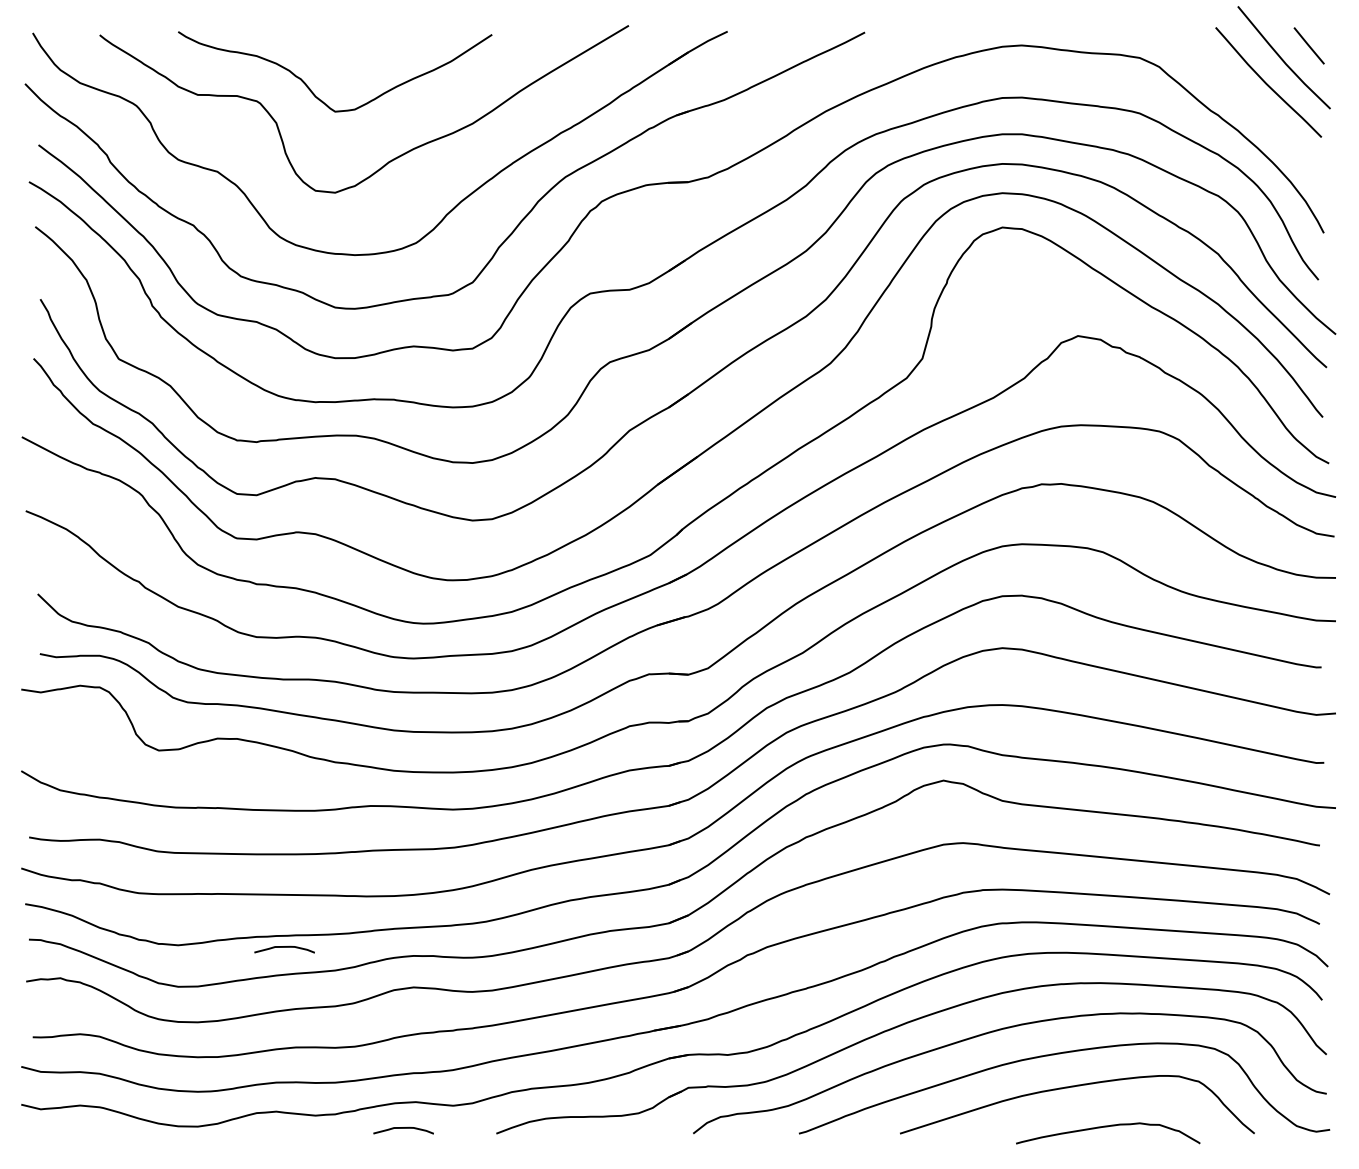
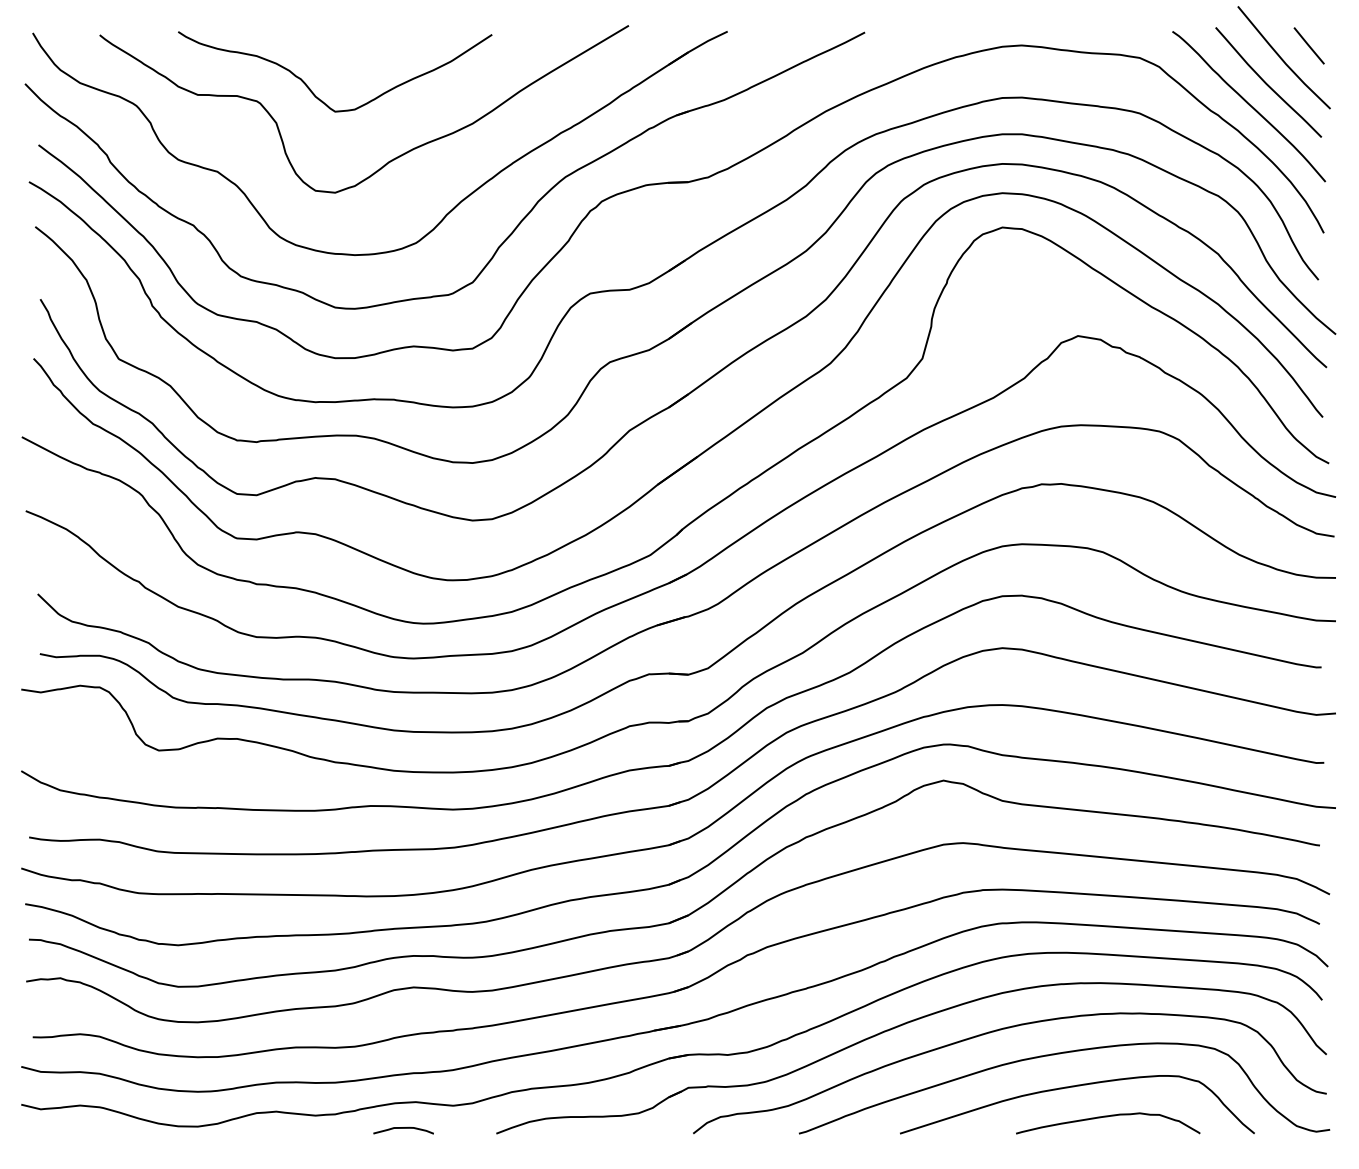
curve at (1249, 105): none -> present
curve at (284, 947): present -> none
curve at (1108, 1127) position: (1108, 1127) -> (1108, 1117)
